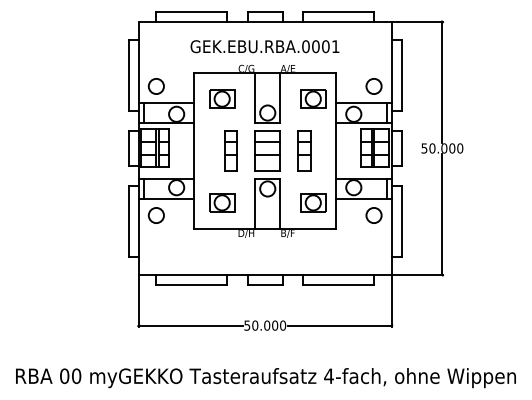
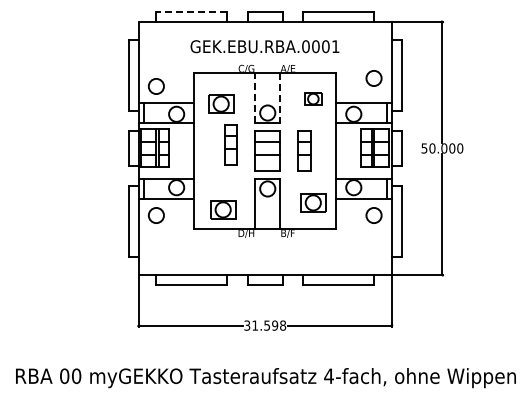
line at (191, 11): solid -> dashed
circle at (373, 86) position: (373, 86) -> (373, 78)
line at (255, 97): solid -> dashed
part at (222, 98) position: (222, 98) -> (221, 103)
line at (280, 98): solid -> dashed
part at (313, 98) size: 27x20 px -> 19x14 px
part at (230, 150) position: (230, 150) -> (230, 144)
part at (222, 202) position: (222, 202) -> (223, 209)
text at (265, 325): 50.000 -> 31.598
